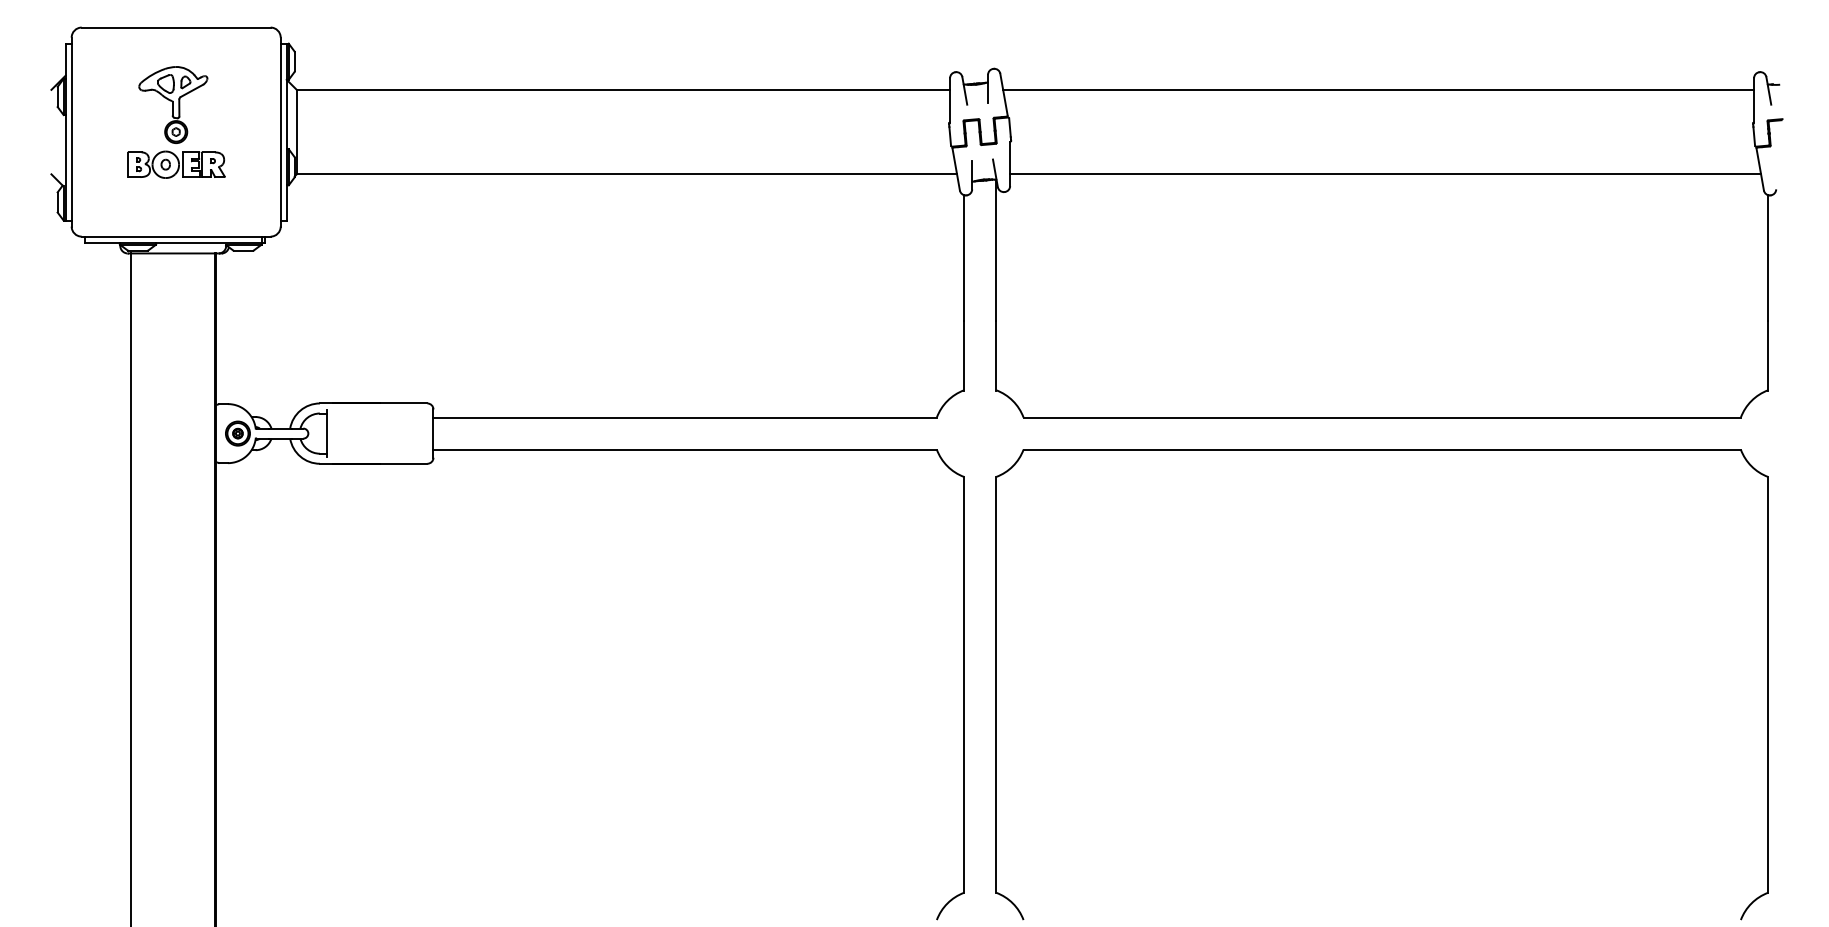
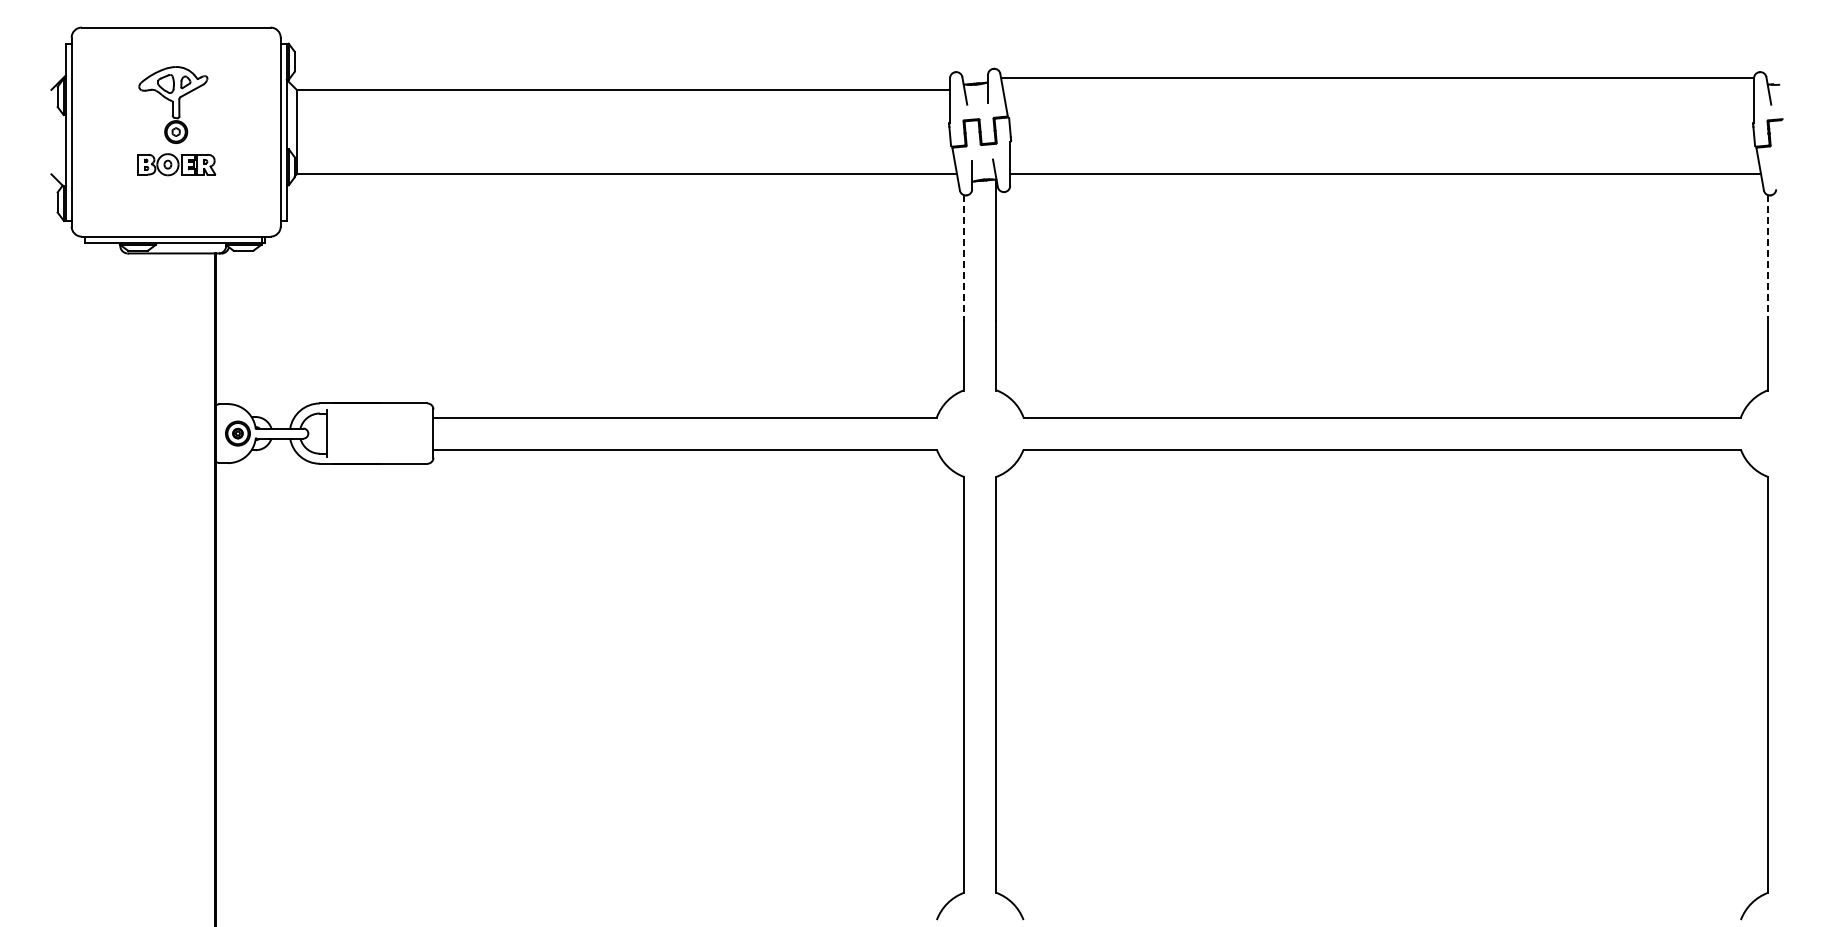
line at (1378, 89) position: (1378, 89) -> (1378, 77)
part at (176, 164) size: 99x29 px -> 80x24 px
line at (964, 258): solid -> dashed
line at (1768, 258): solid -> dashed
line at (130, 588): present -> none
